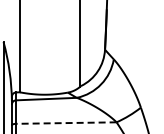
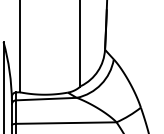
line at (65, 123): dashed -> solid
